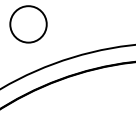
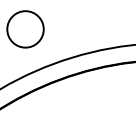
circle at (28, 24) position: (28, 24) -> (25, 29)
